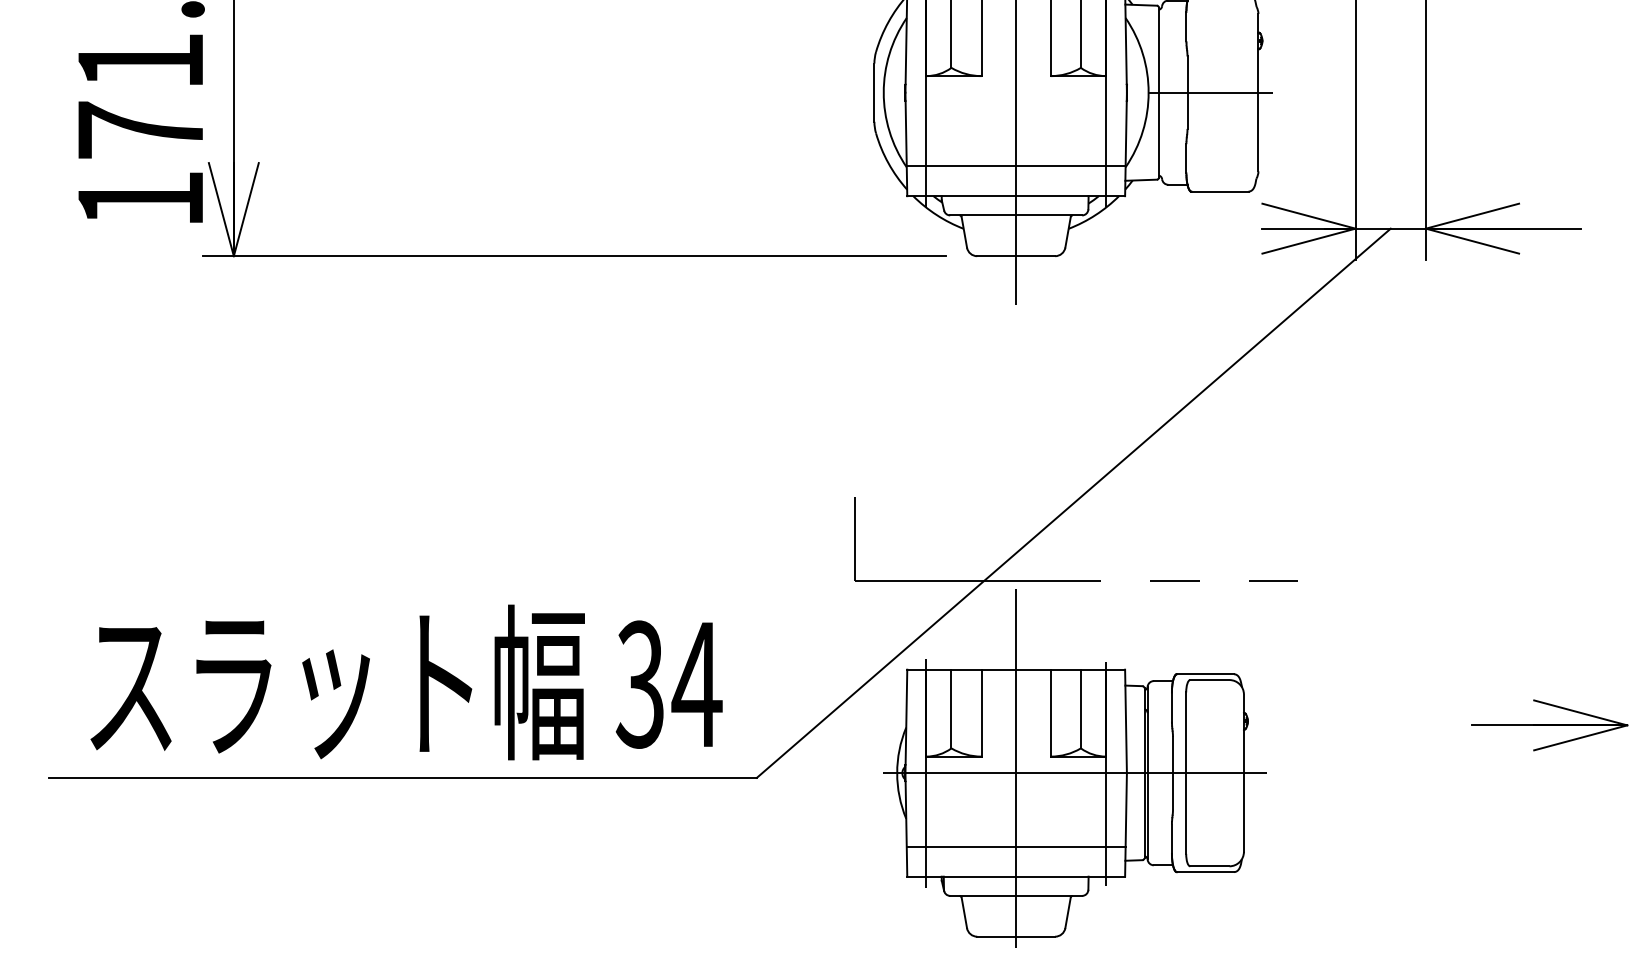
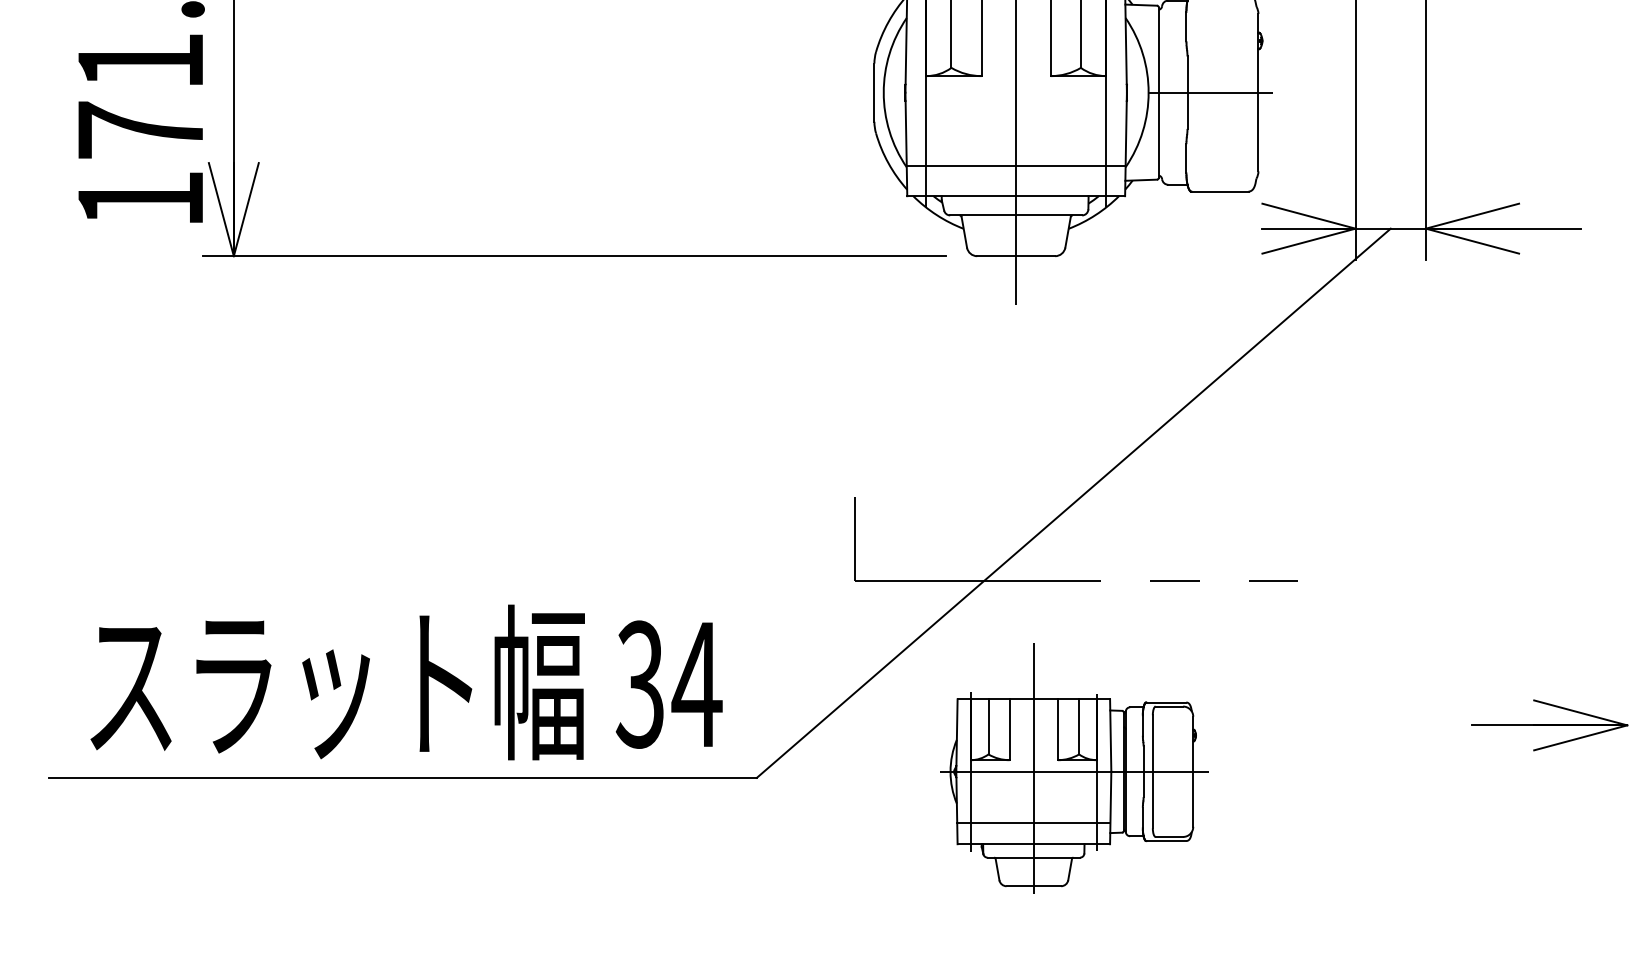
part at (1074, 768) size: 384x359 px -> 269x251 px
